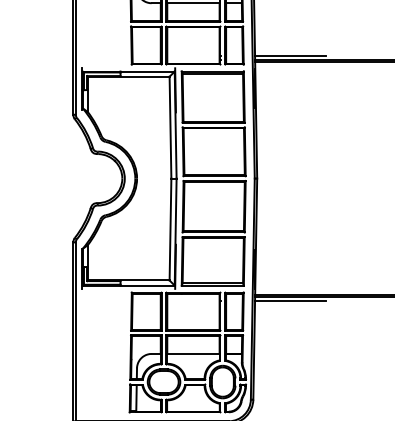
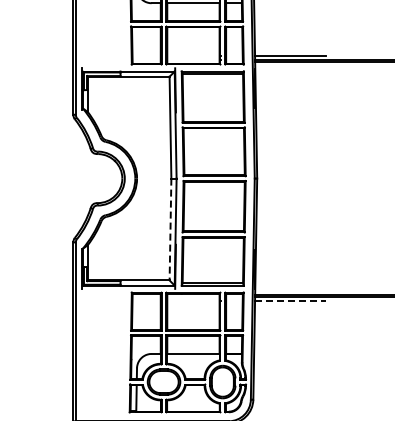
line at (170, 229): solid -> dashed
line at (290, 301): solid -> dashed
